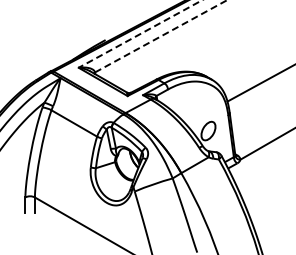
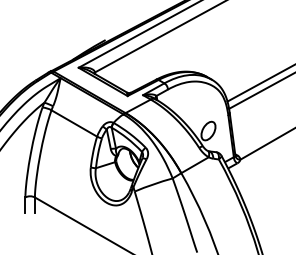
line at (139, 34): dashed -> solid
line at (161, 36): dashed -> solid
line at (260, 91): none -> present
